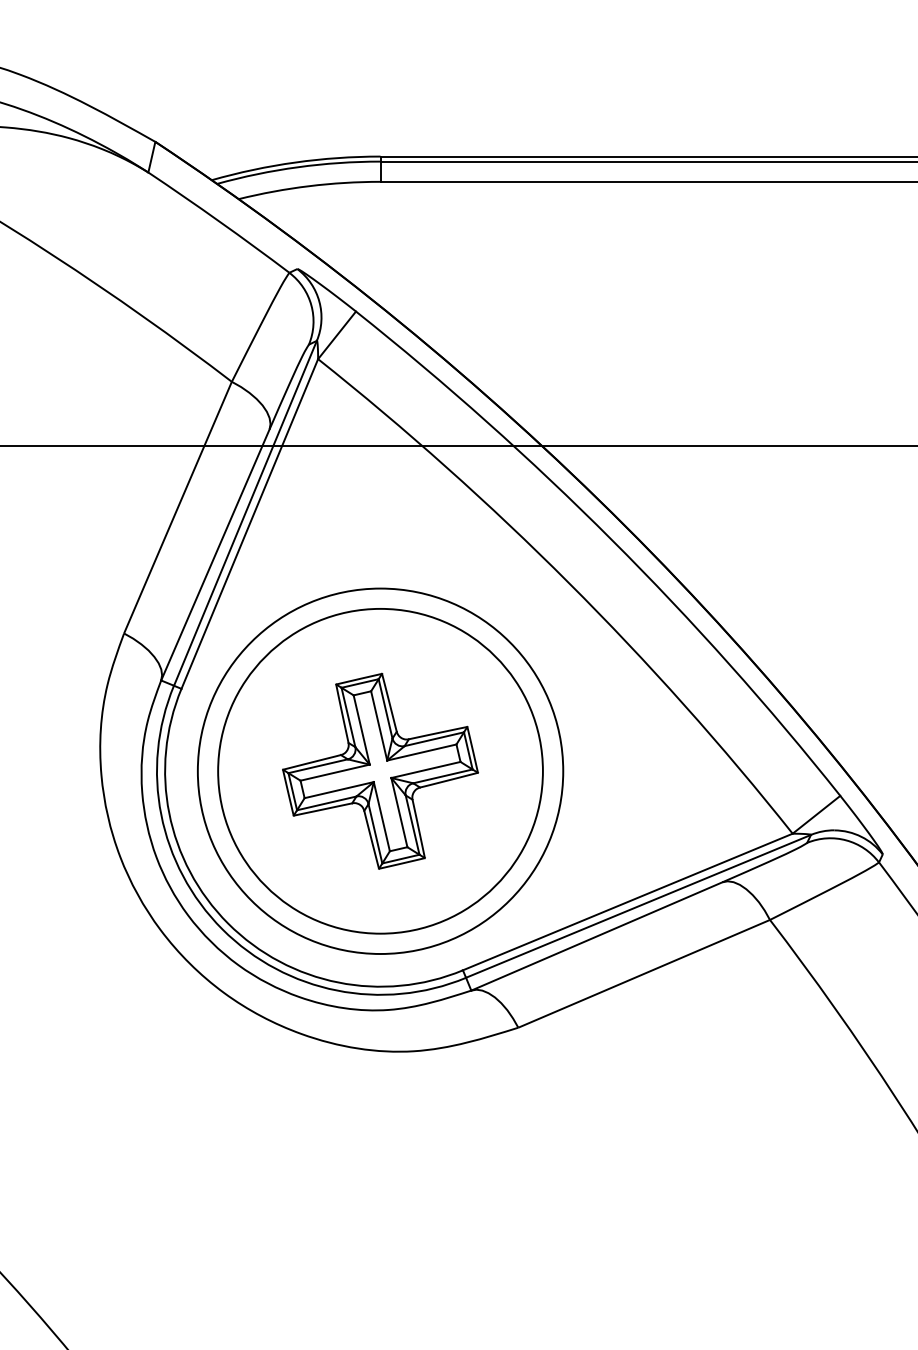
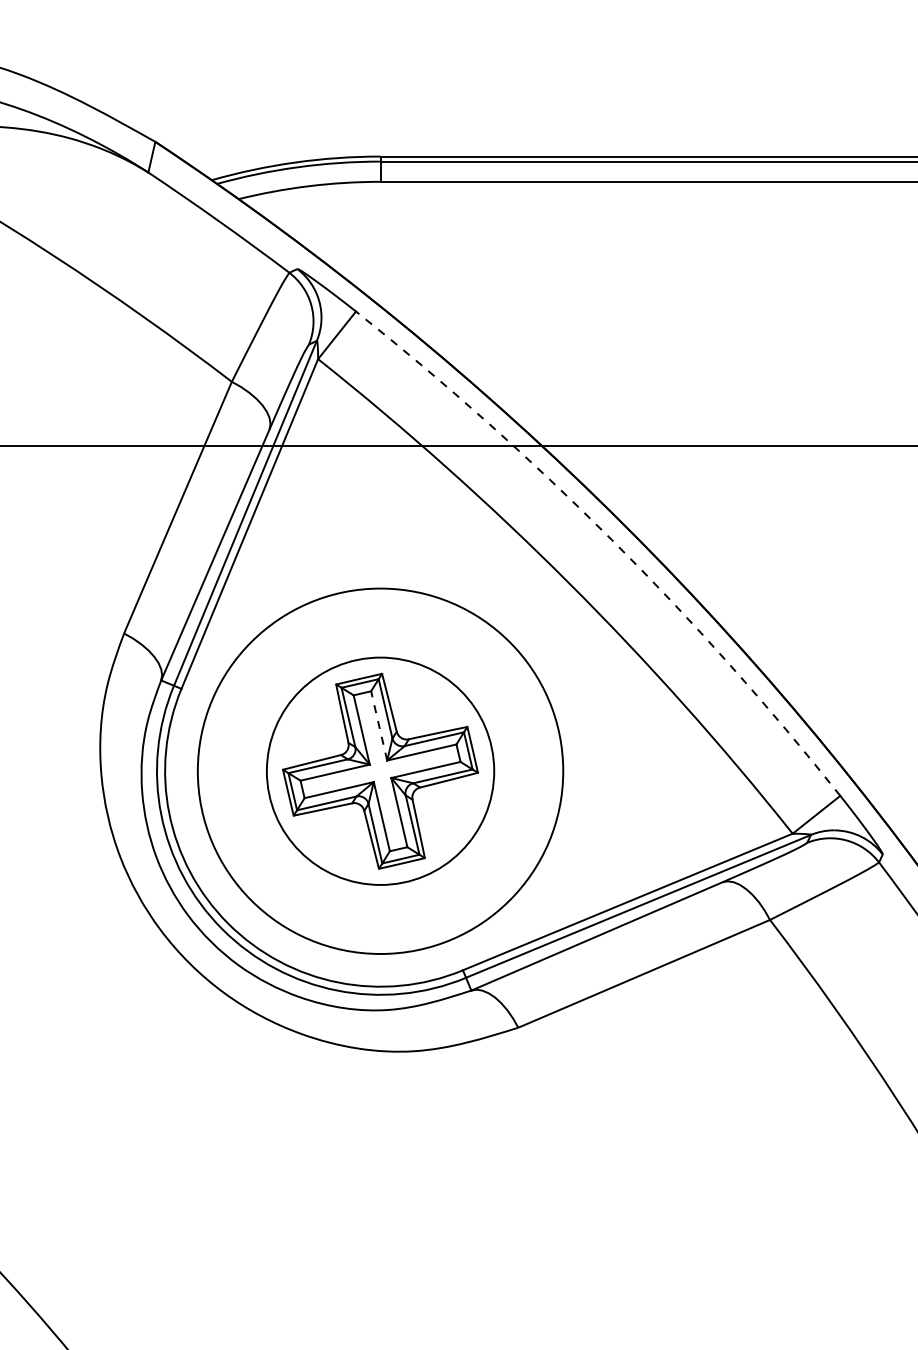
arc at (611, 539): solid -> dashed
line at (379, 725): solid -> dashed
circle at (380, 770) diameter: 325 px -> 227 px
